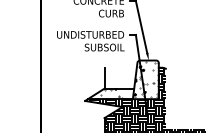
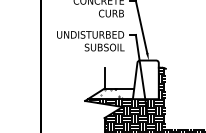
hatch at (145, 79): present -> none
